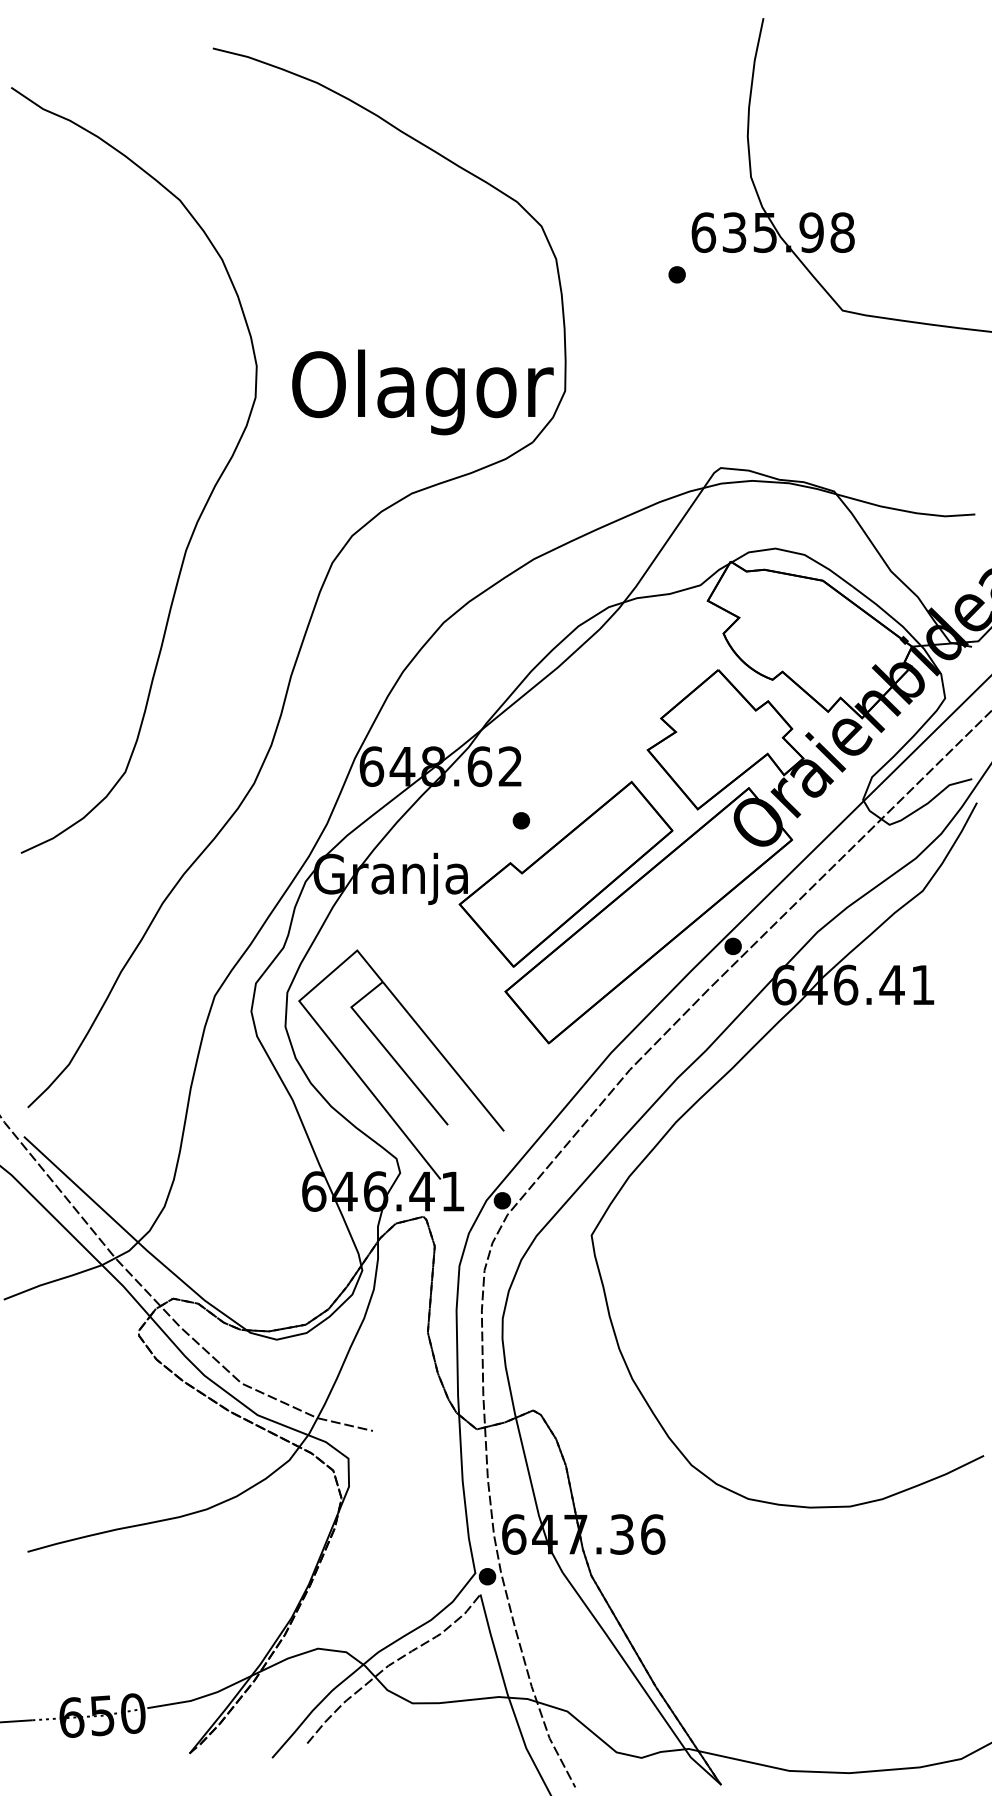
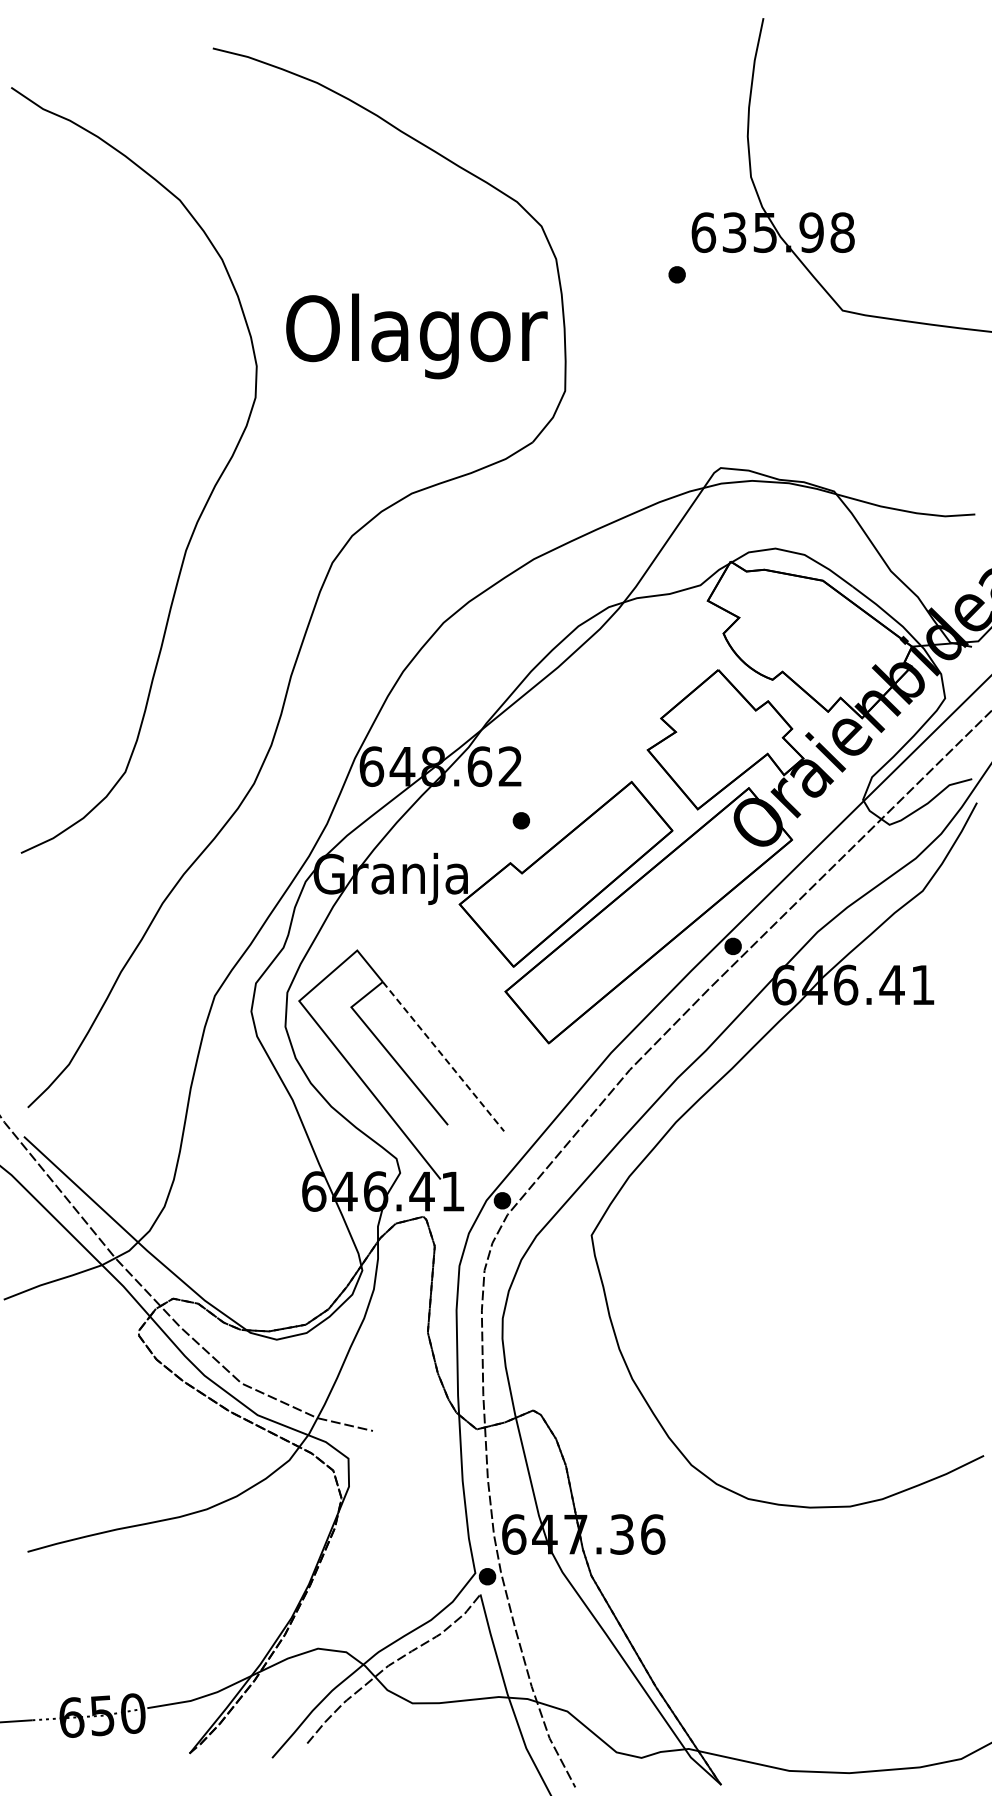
text at (422, 392) position: (422, 392) -> (416, 336)
line at (443, 1057): solid -> dashed
